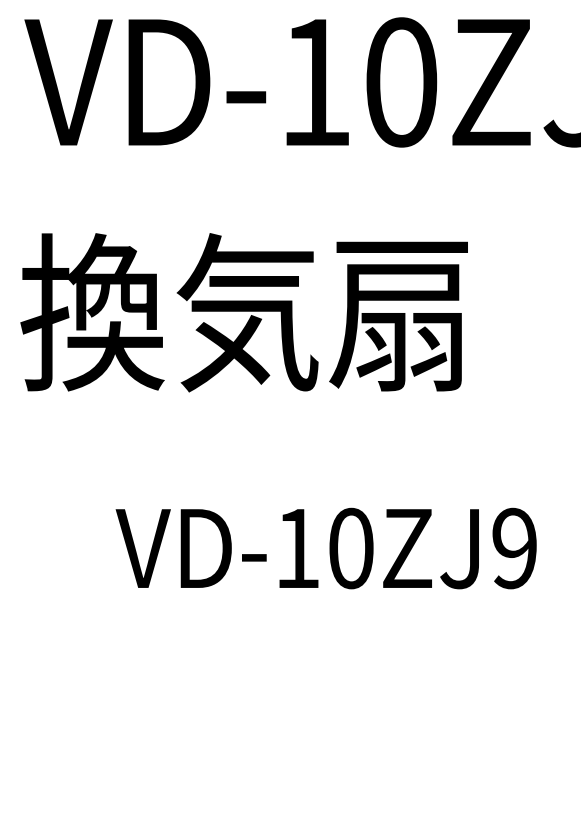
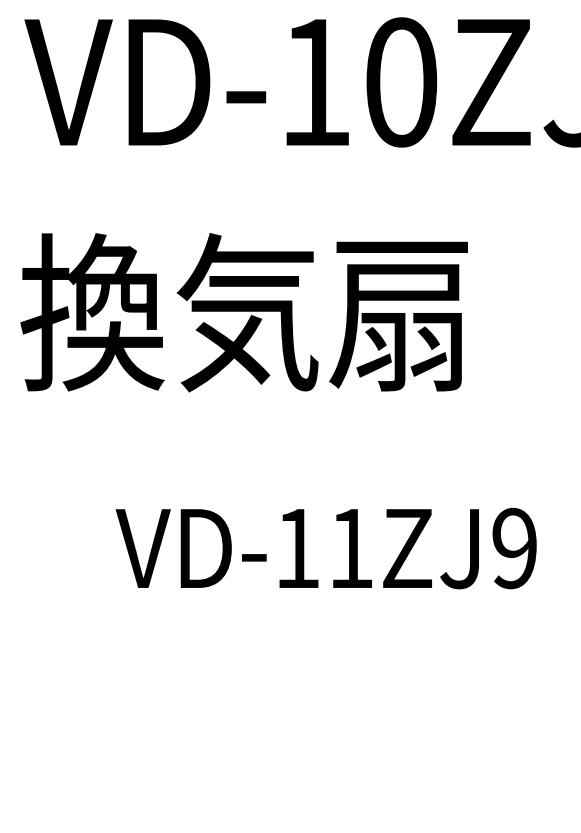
text at (351, 548): VD-10ZJ9 -> VD-11ZJ9
